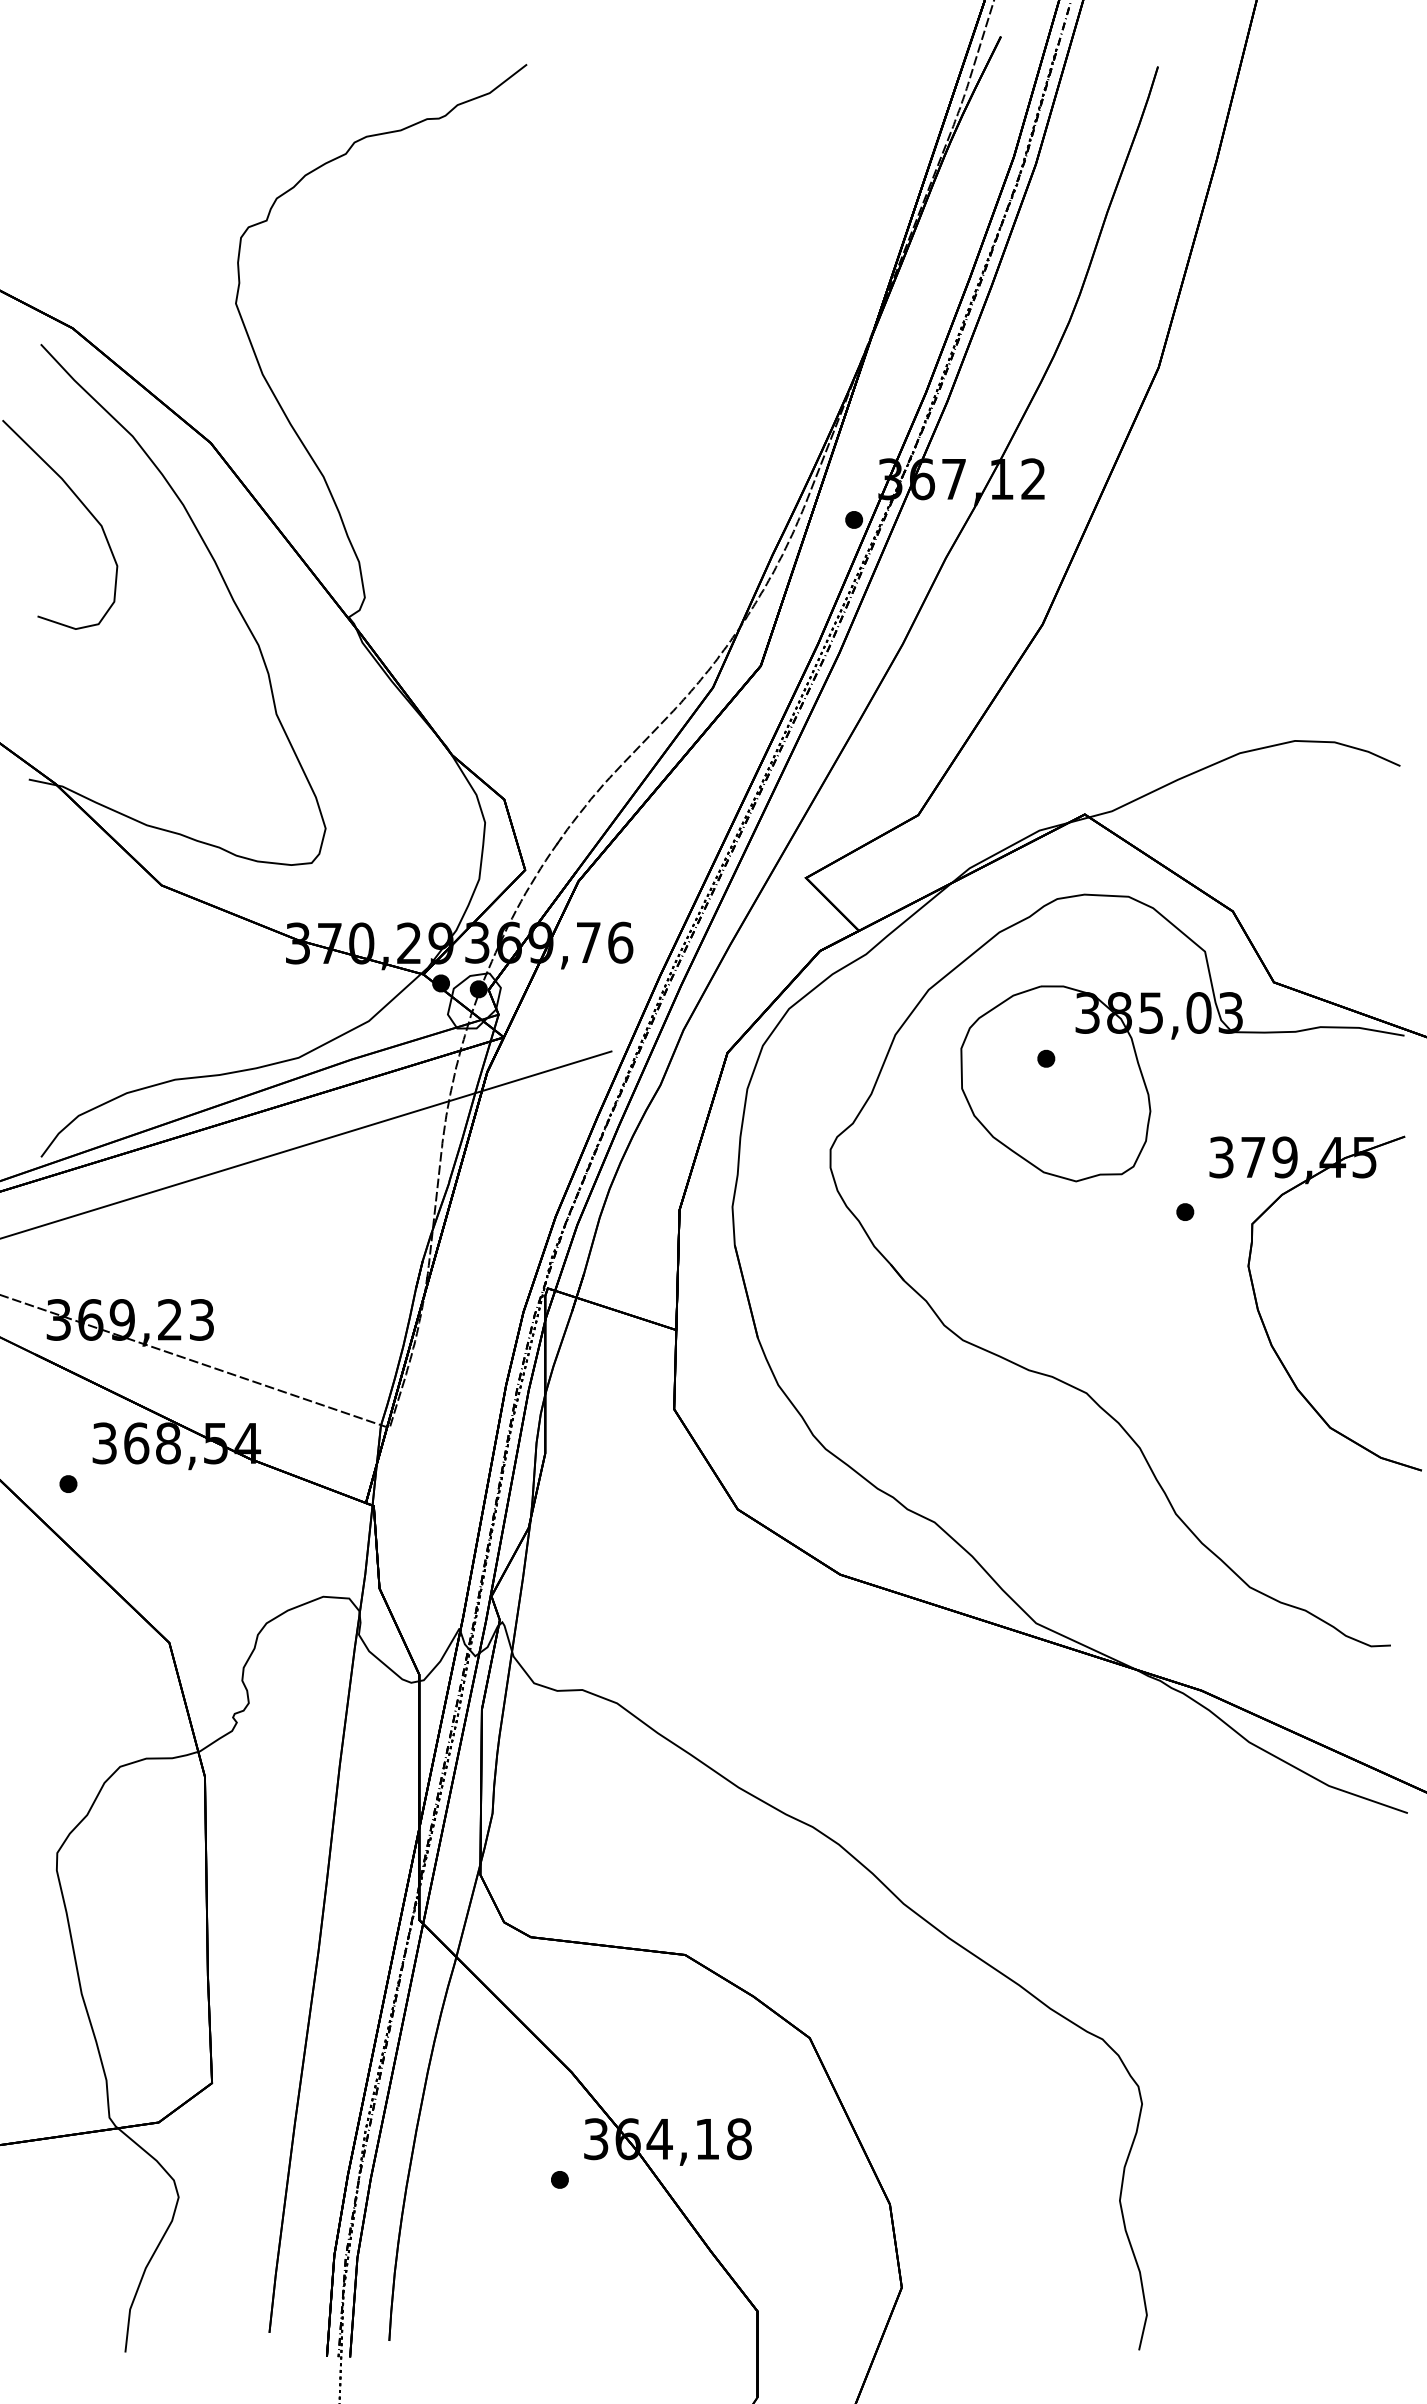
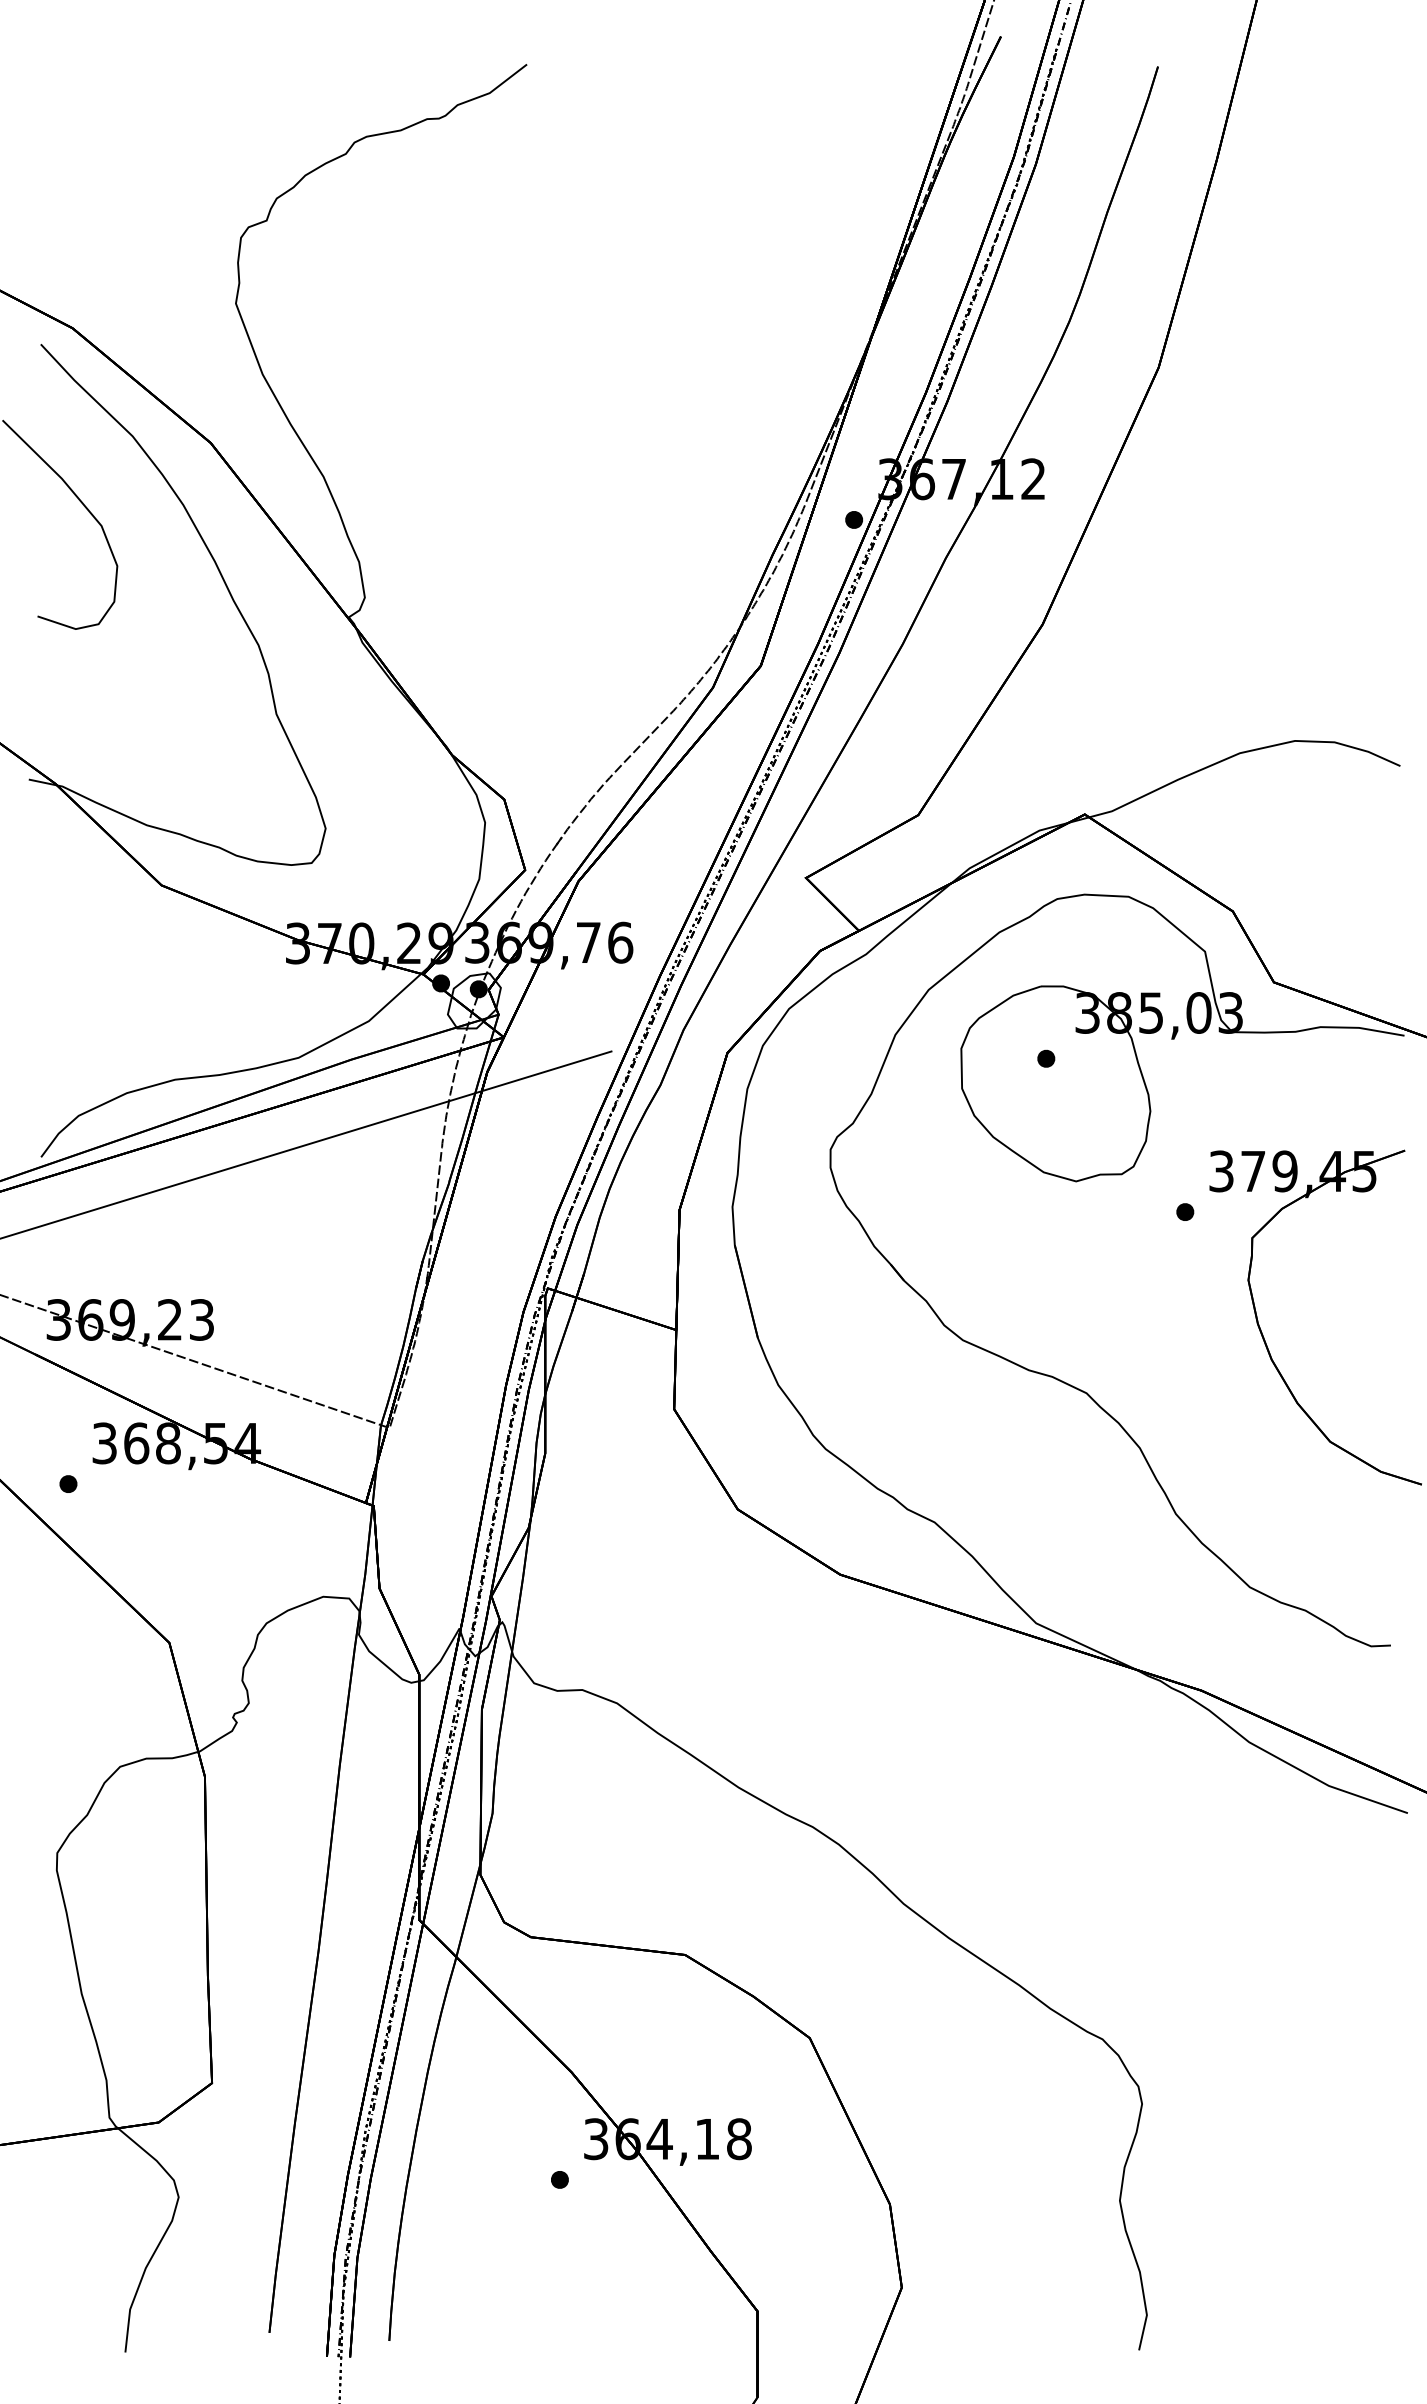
part at (1263, 1320) position: (1263, 1320) -> (1263, 1334)
